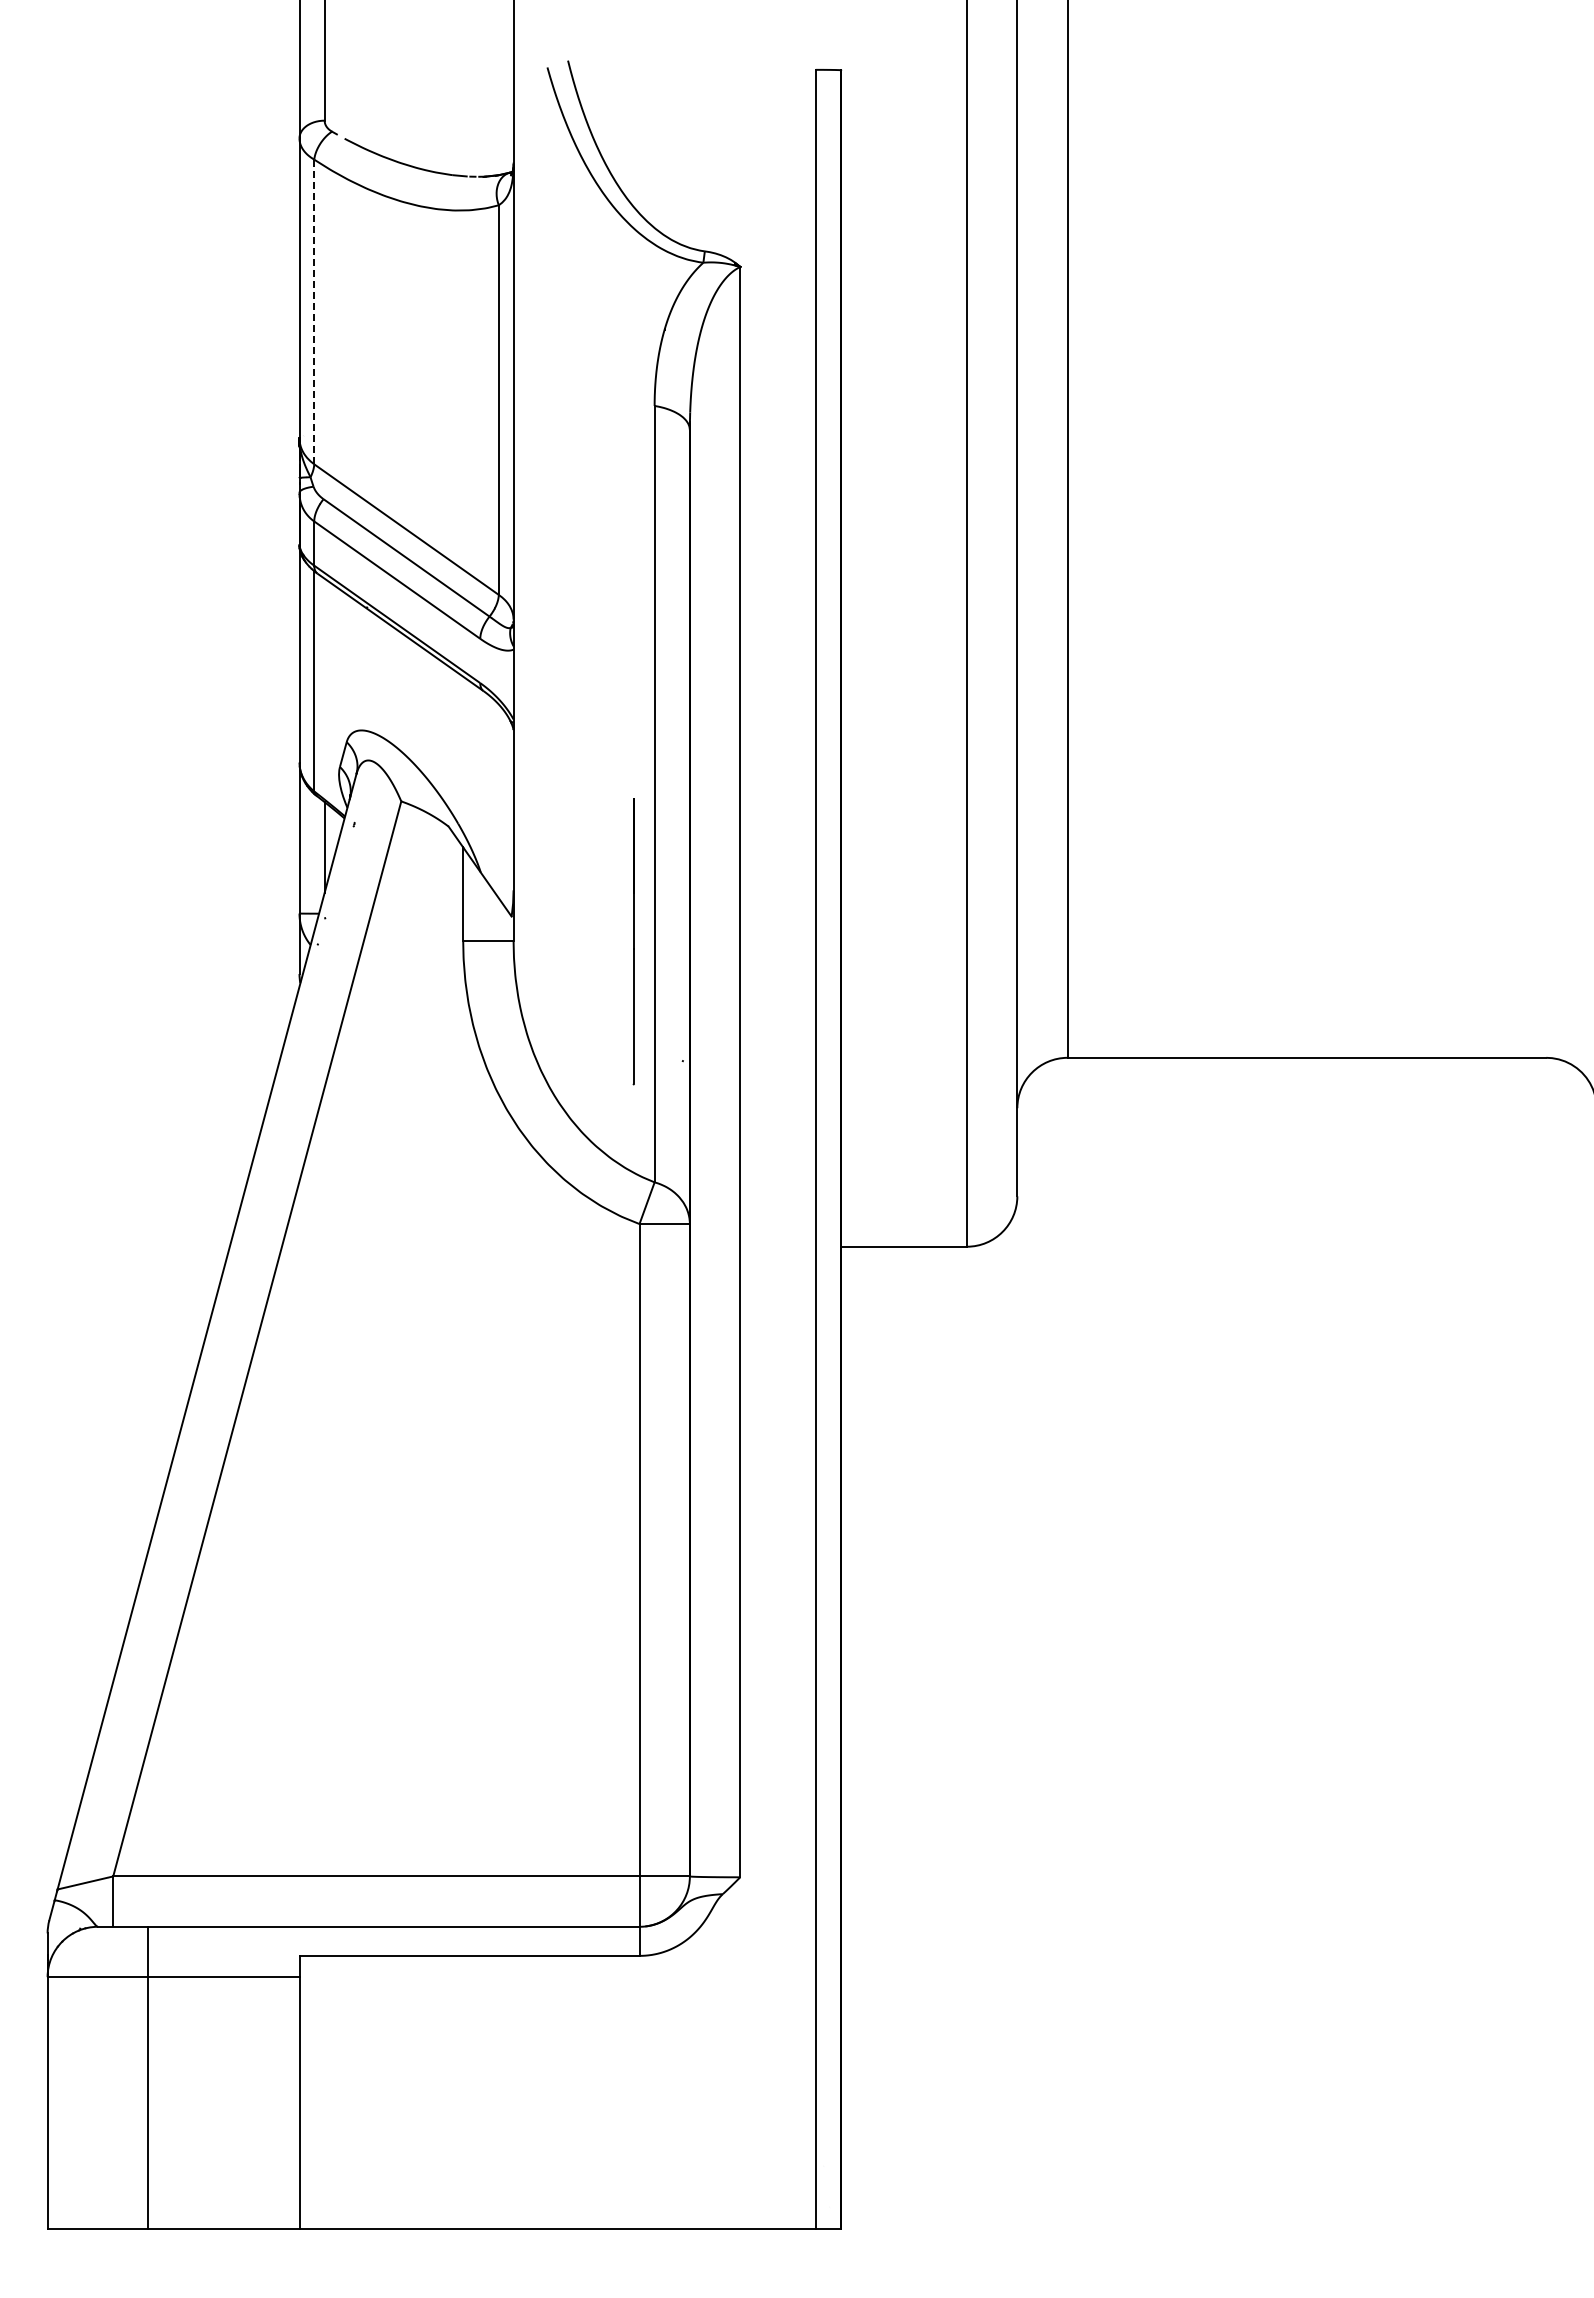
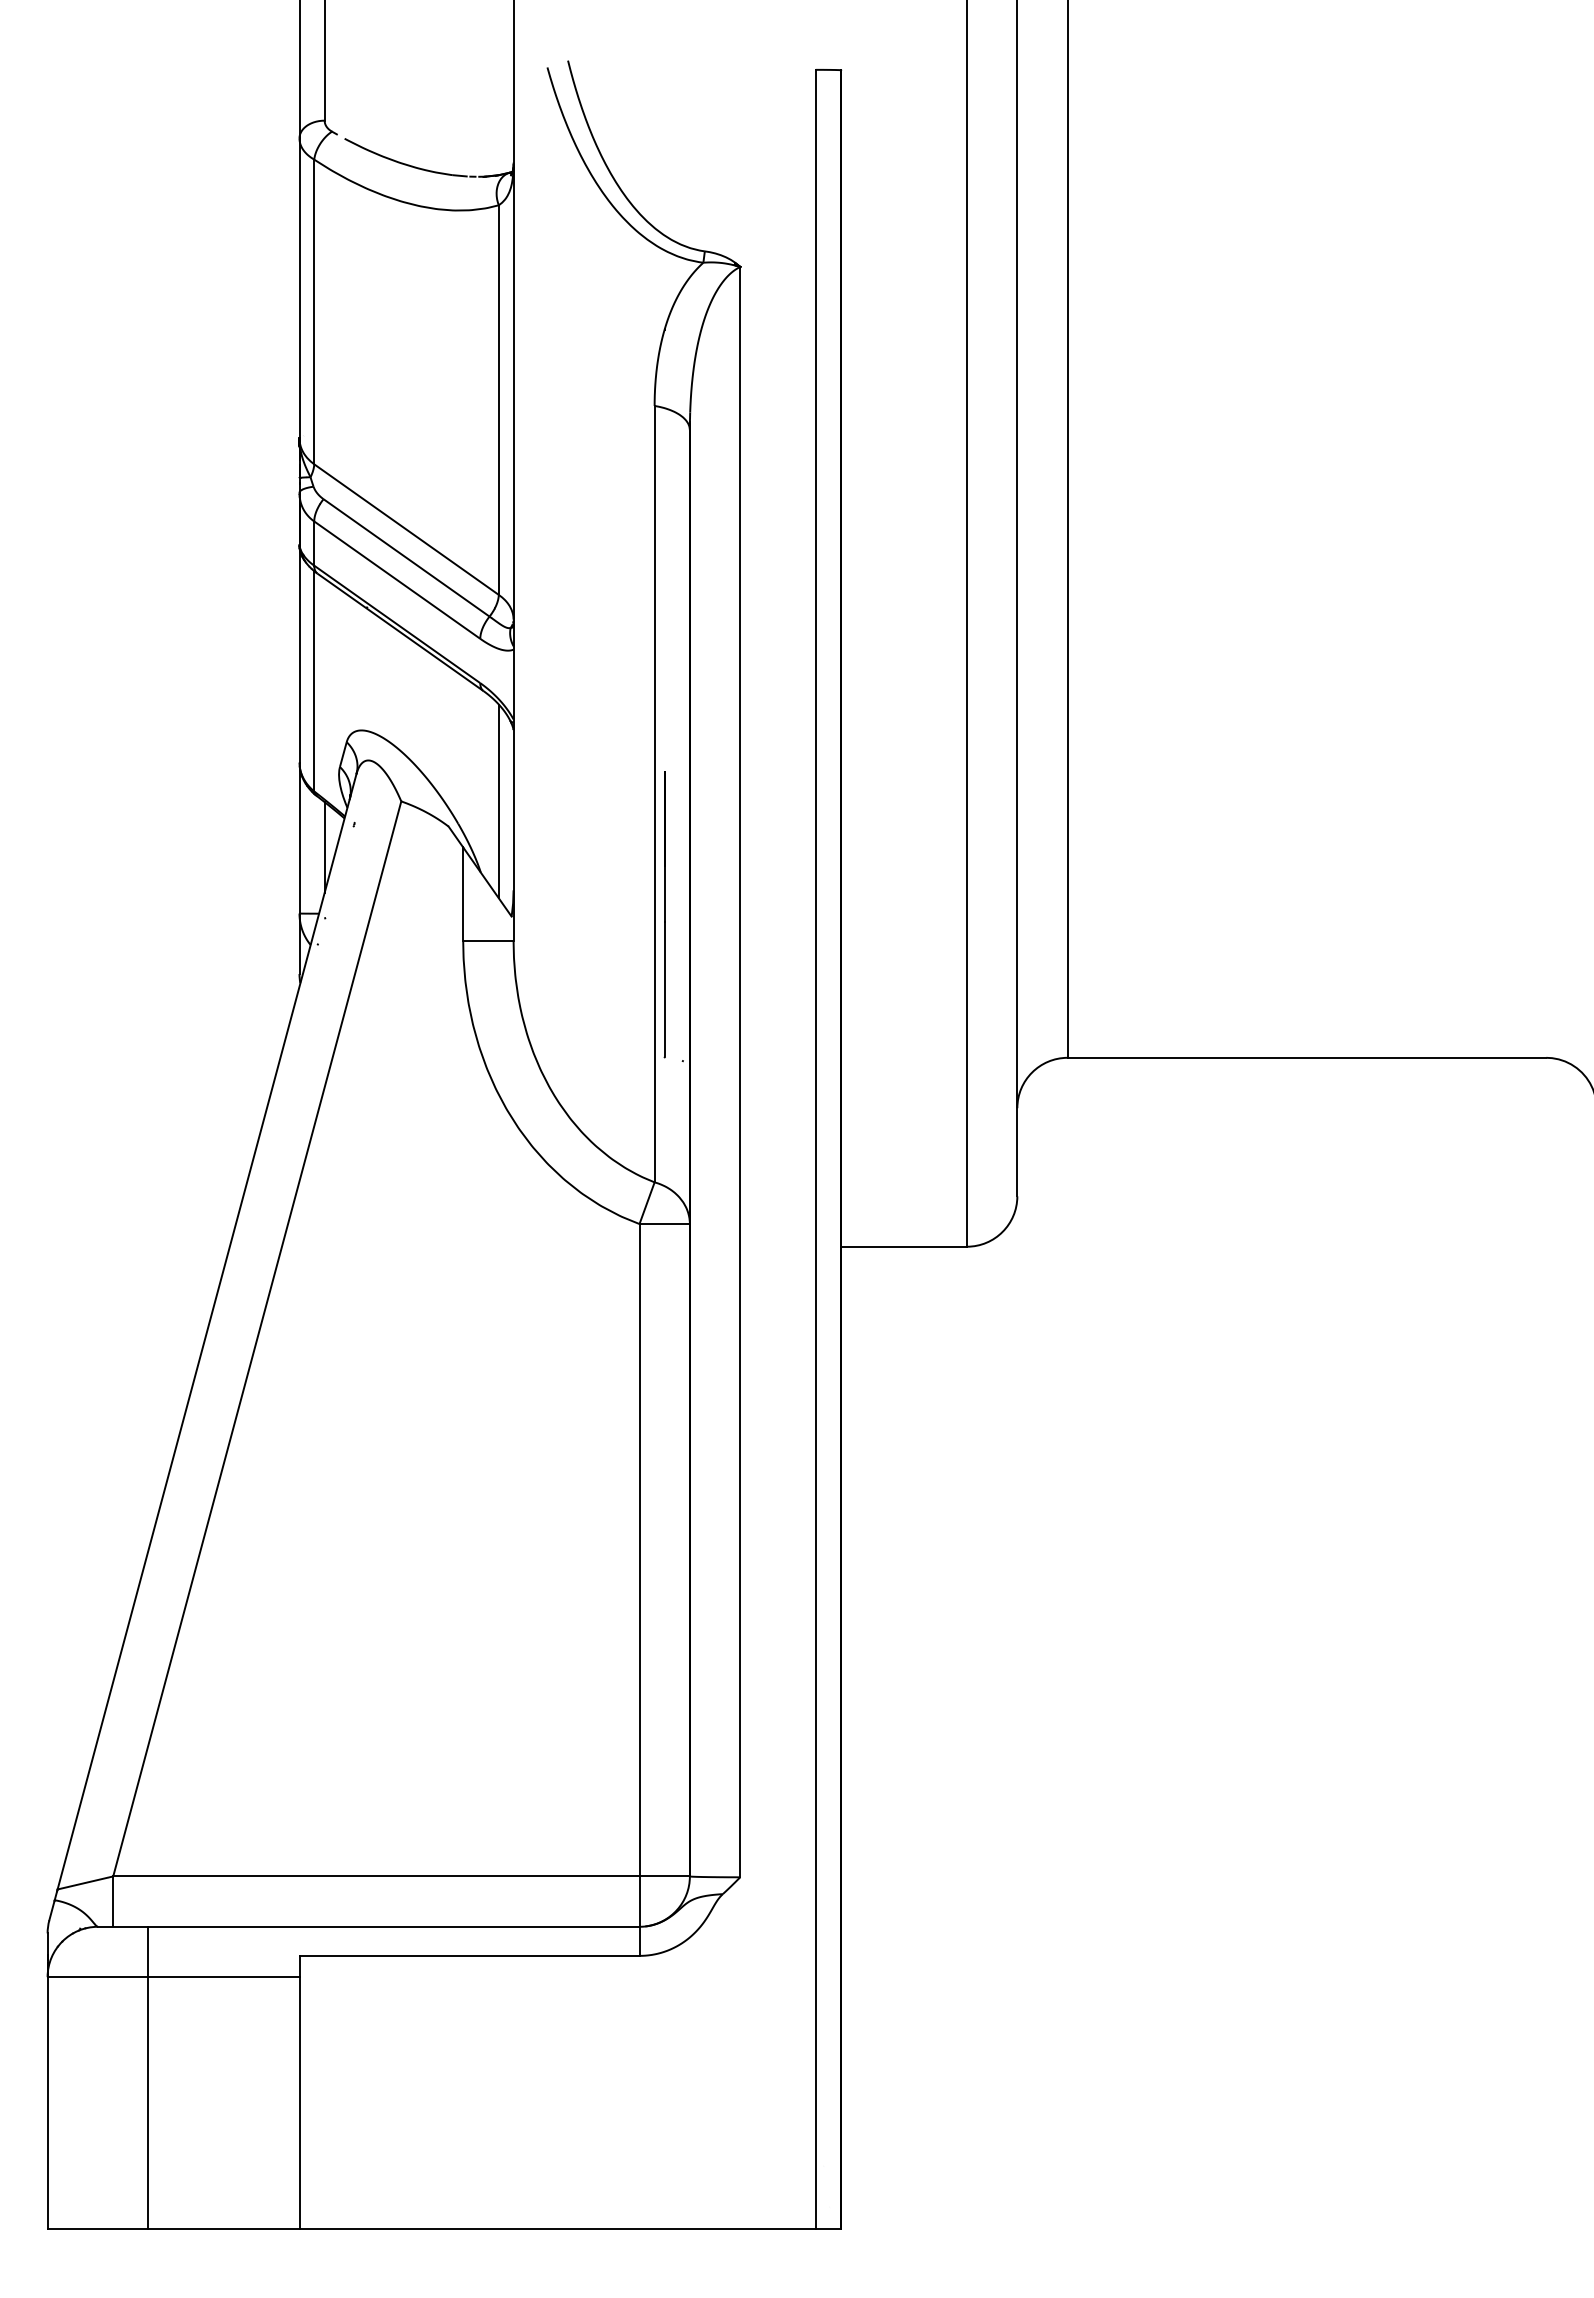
line at (314, 312): dashed -> solid
line at (498, 801): none -> present
line at (633, 941) position: (633, 941) -> (664, 914)
